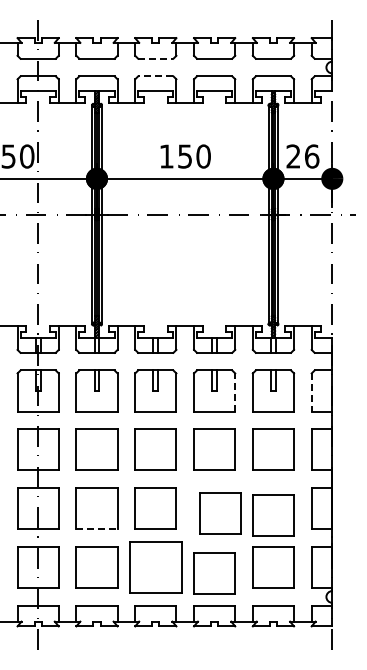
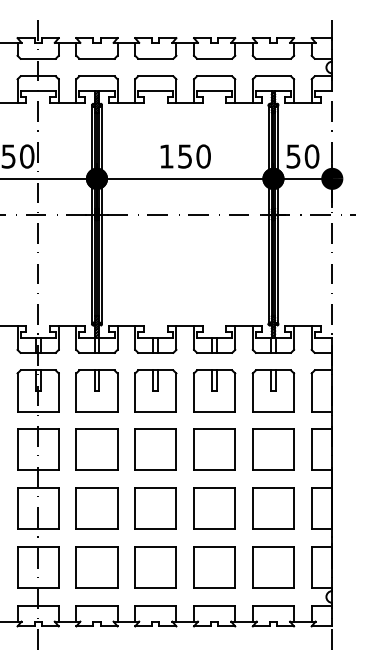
line at (155, 58): dashed -> solid
line at (155, 76): dashed -> solid
text at (302, 156): 26 -> 50
line at (235, 392): dashed -> solid
line at (311, 393): dashed -> solid
part at (220, 513) position: (220, 513) -> (214, 508)
part at (273, 515) position: (273, 515) -> (273, 508)
line at (97, 529): dashed -> solid
part at (155, 567) size: 54x53 px -> 43x43 px
part at (214, 573) position: (214, 573) -> (214, 567)
